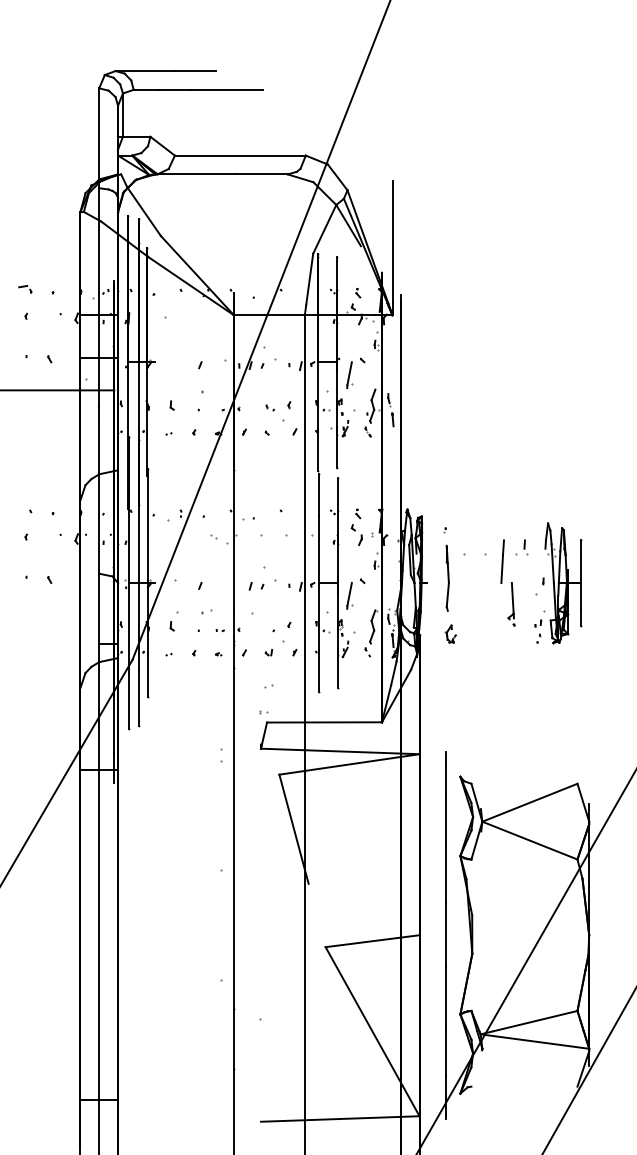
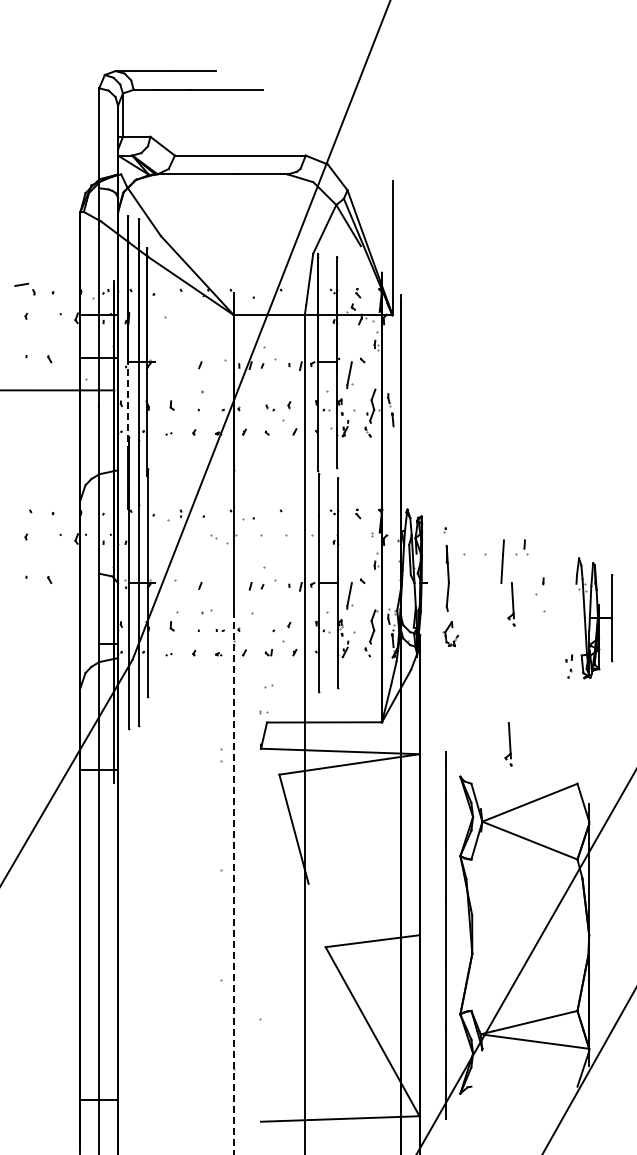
part at (25, 289) size: 15x9 px -> 22x14 px
line at (128, 406): solid -> dashed
part at (356, 535): present -> none
part at (558, 583) position: (558, 583) -> (589, 618)
part at (450, 633) size: 13x20 px -> 18x26 px
part at (508, 744): none -> present
line at (234, 883): solid -> dashed
